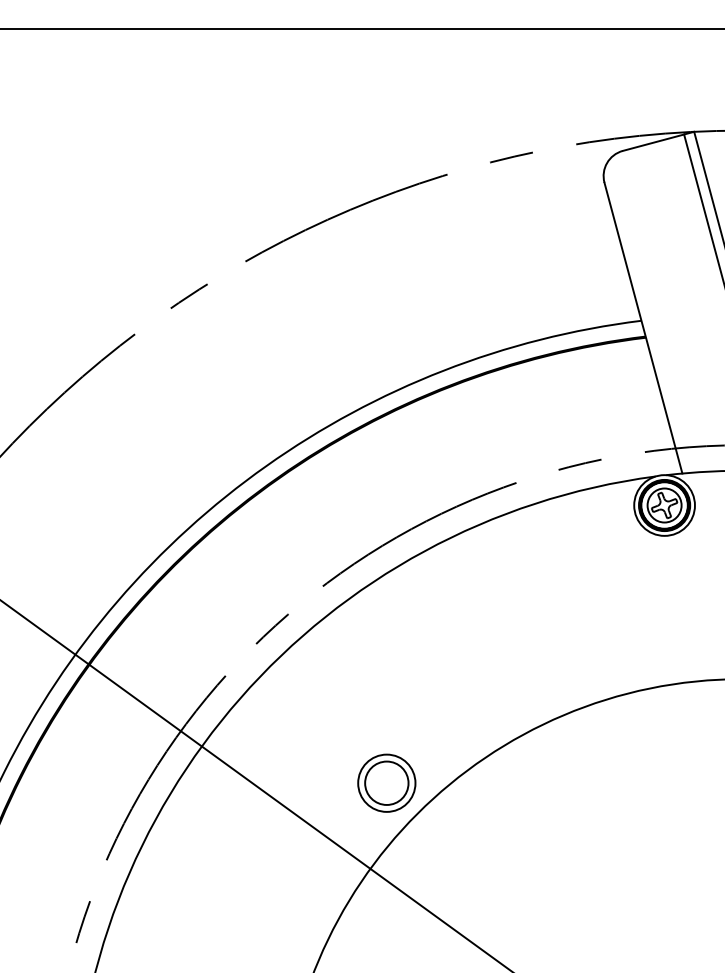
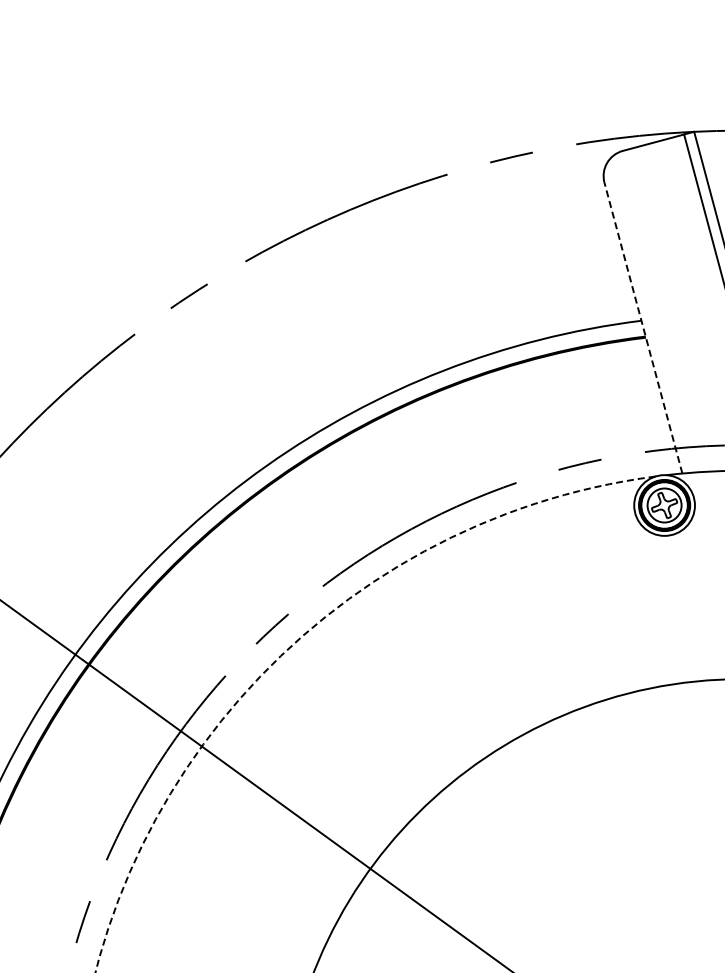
line at (361, 29): present -> none
line at (643, 327): solid -> dashed
arc at (299, 638): solid -> dashed
part at (386, 782): present -> none
